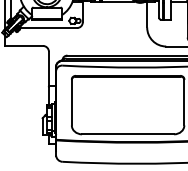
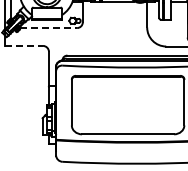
line at (49, 28): solid -> dashed
line at (24, 45): solid -> dashed
